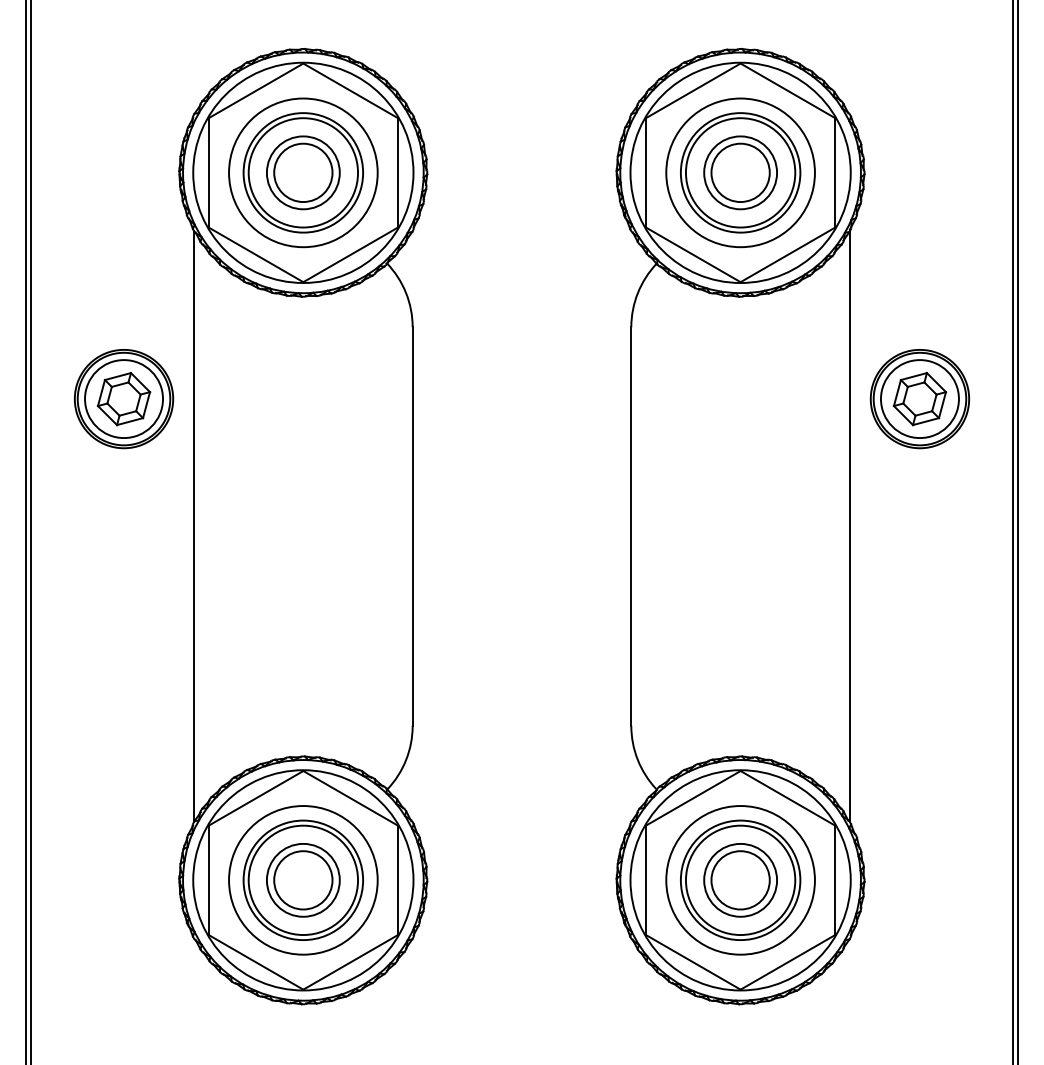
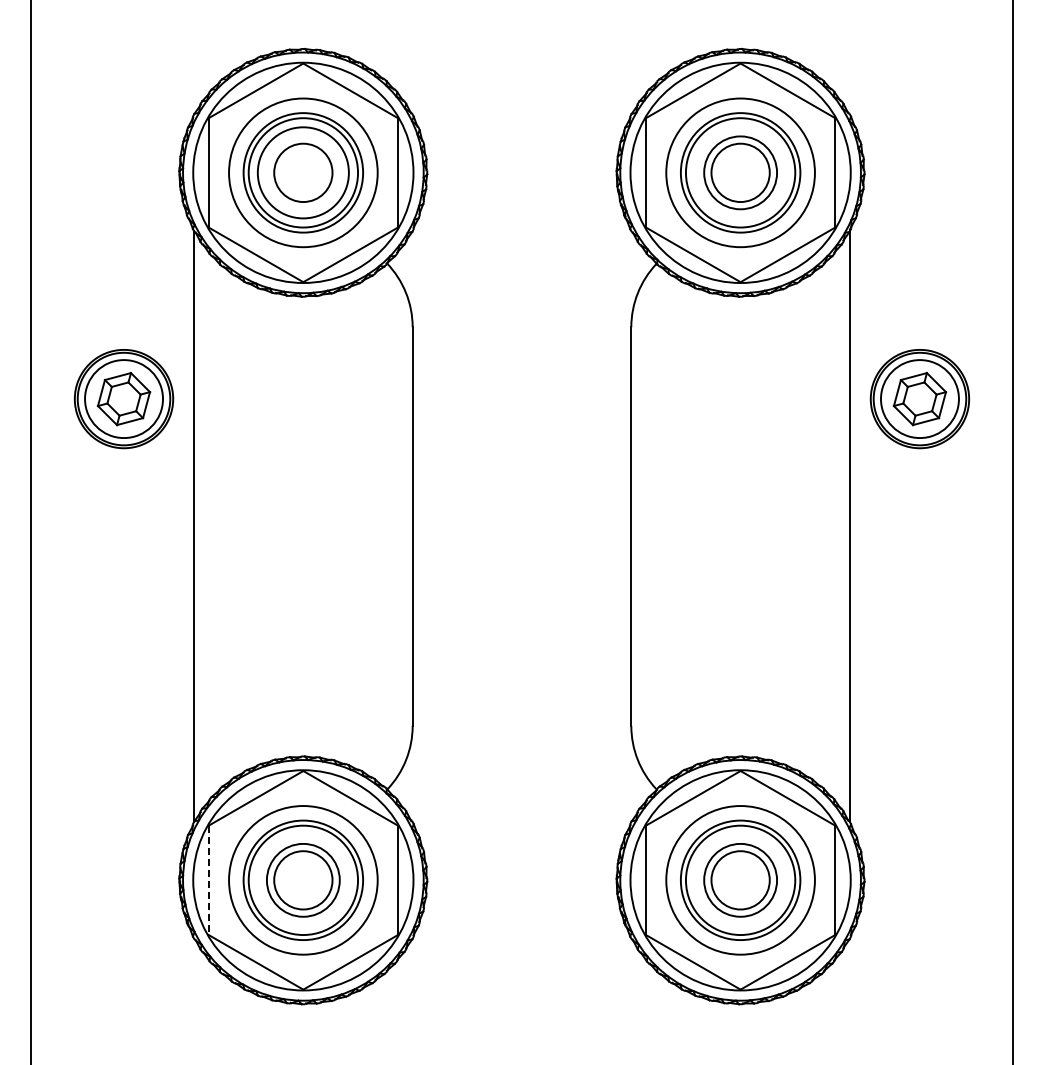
circle at (302, 172) diameter: 73 px -> 91 px
line at (25, 531): present -> none
line at (1018, 531): present -> none
line at (208, 880): solid -> dashed
